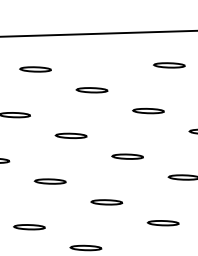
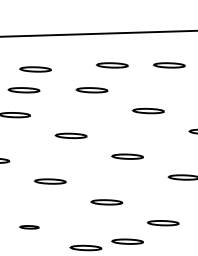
part at (112, 65): none -> present
part at (23, 90): none -> present
part at (29, 227) size: 33x7 px -> 21x5 px
part at (127, 241): none -> present
